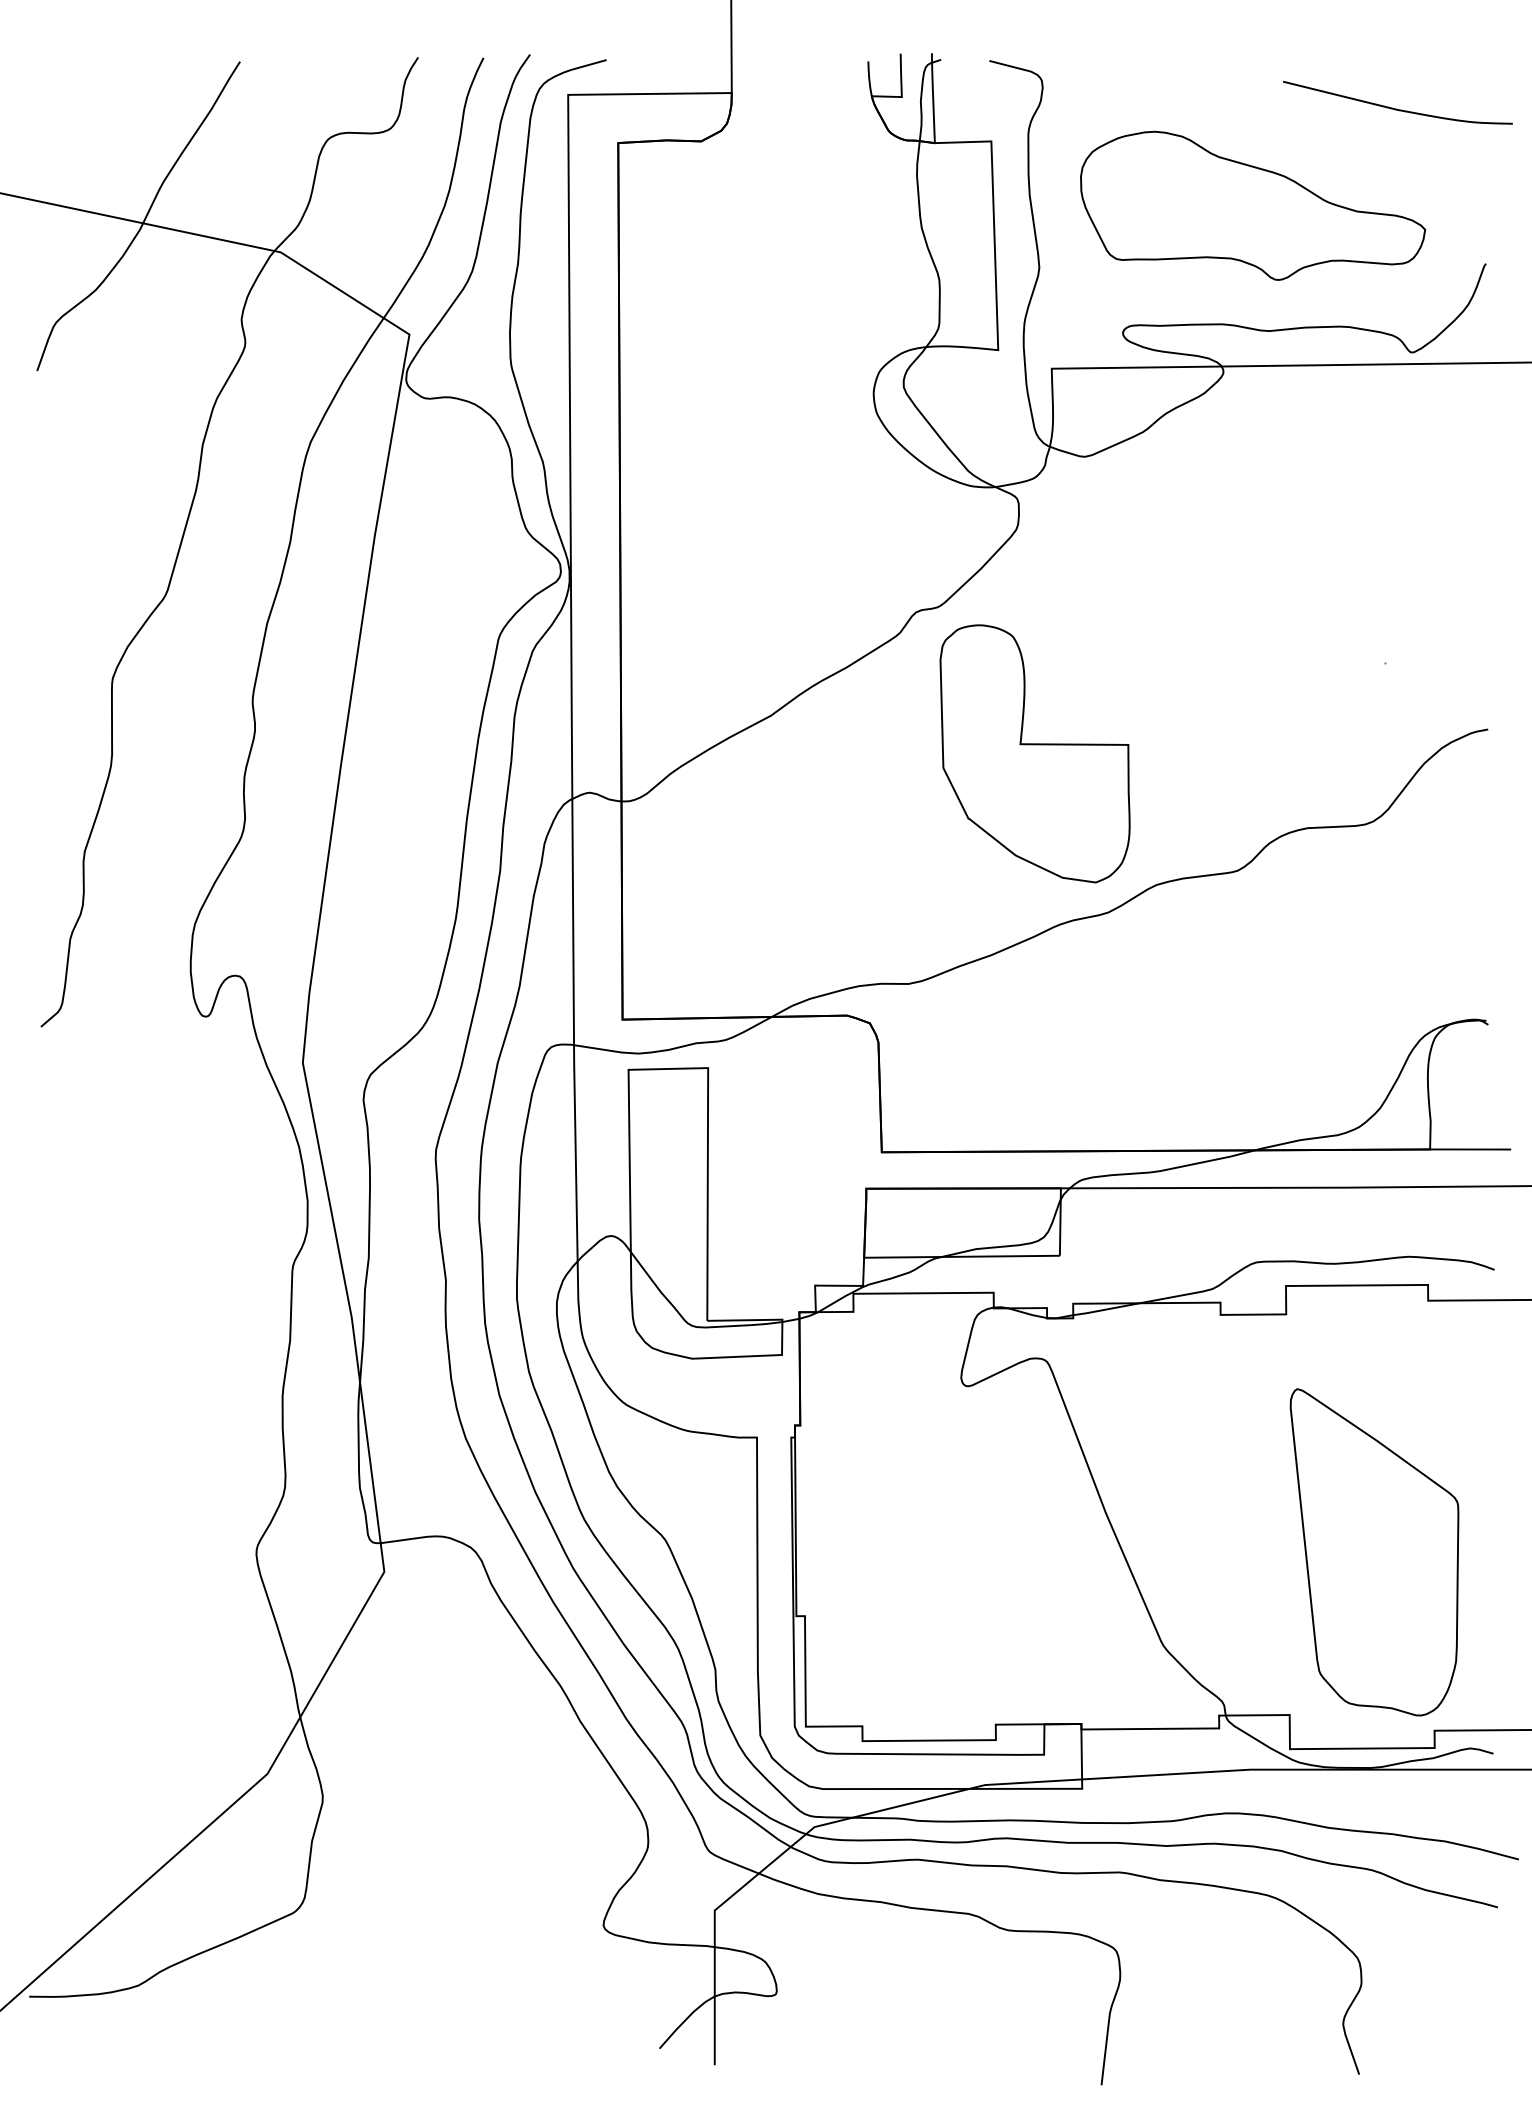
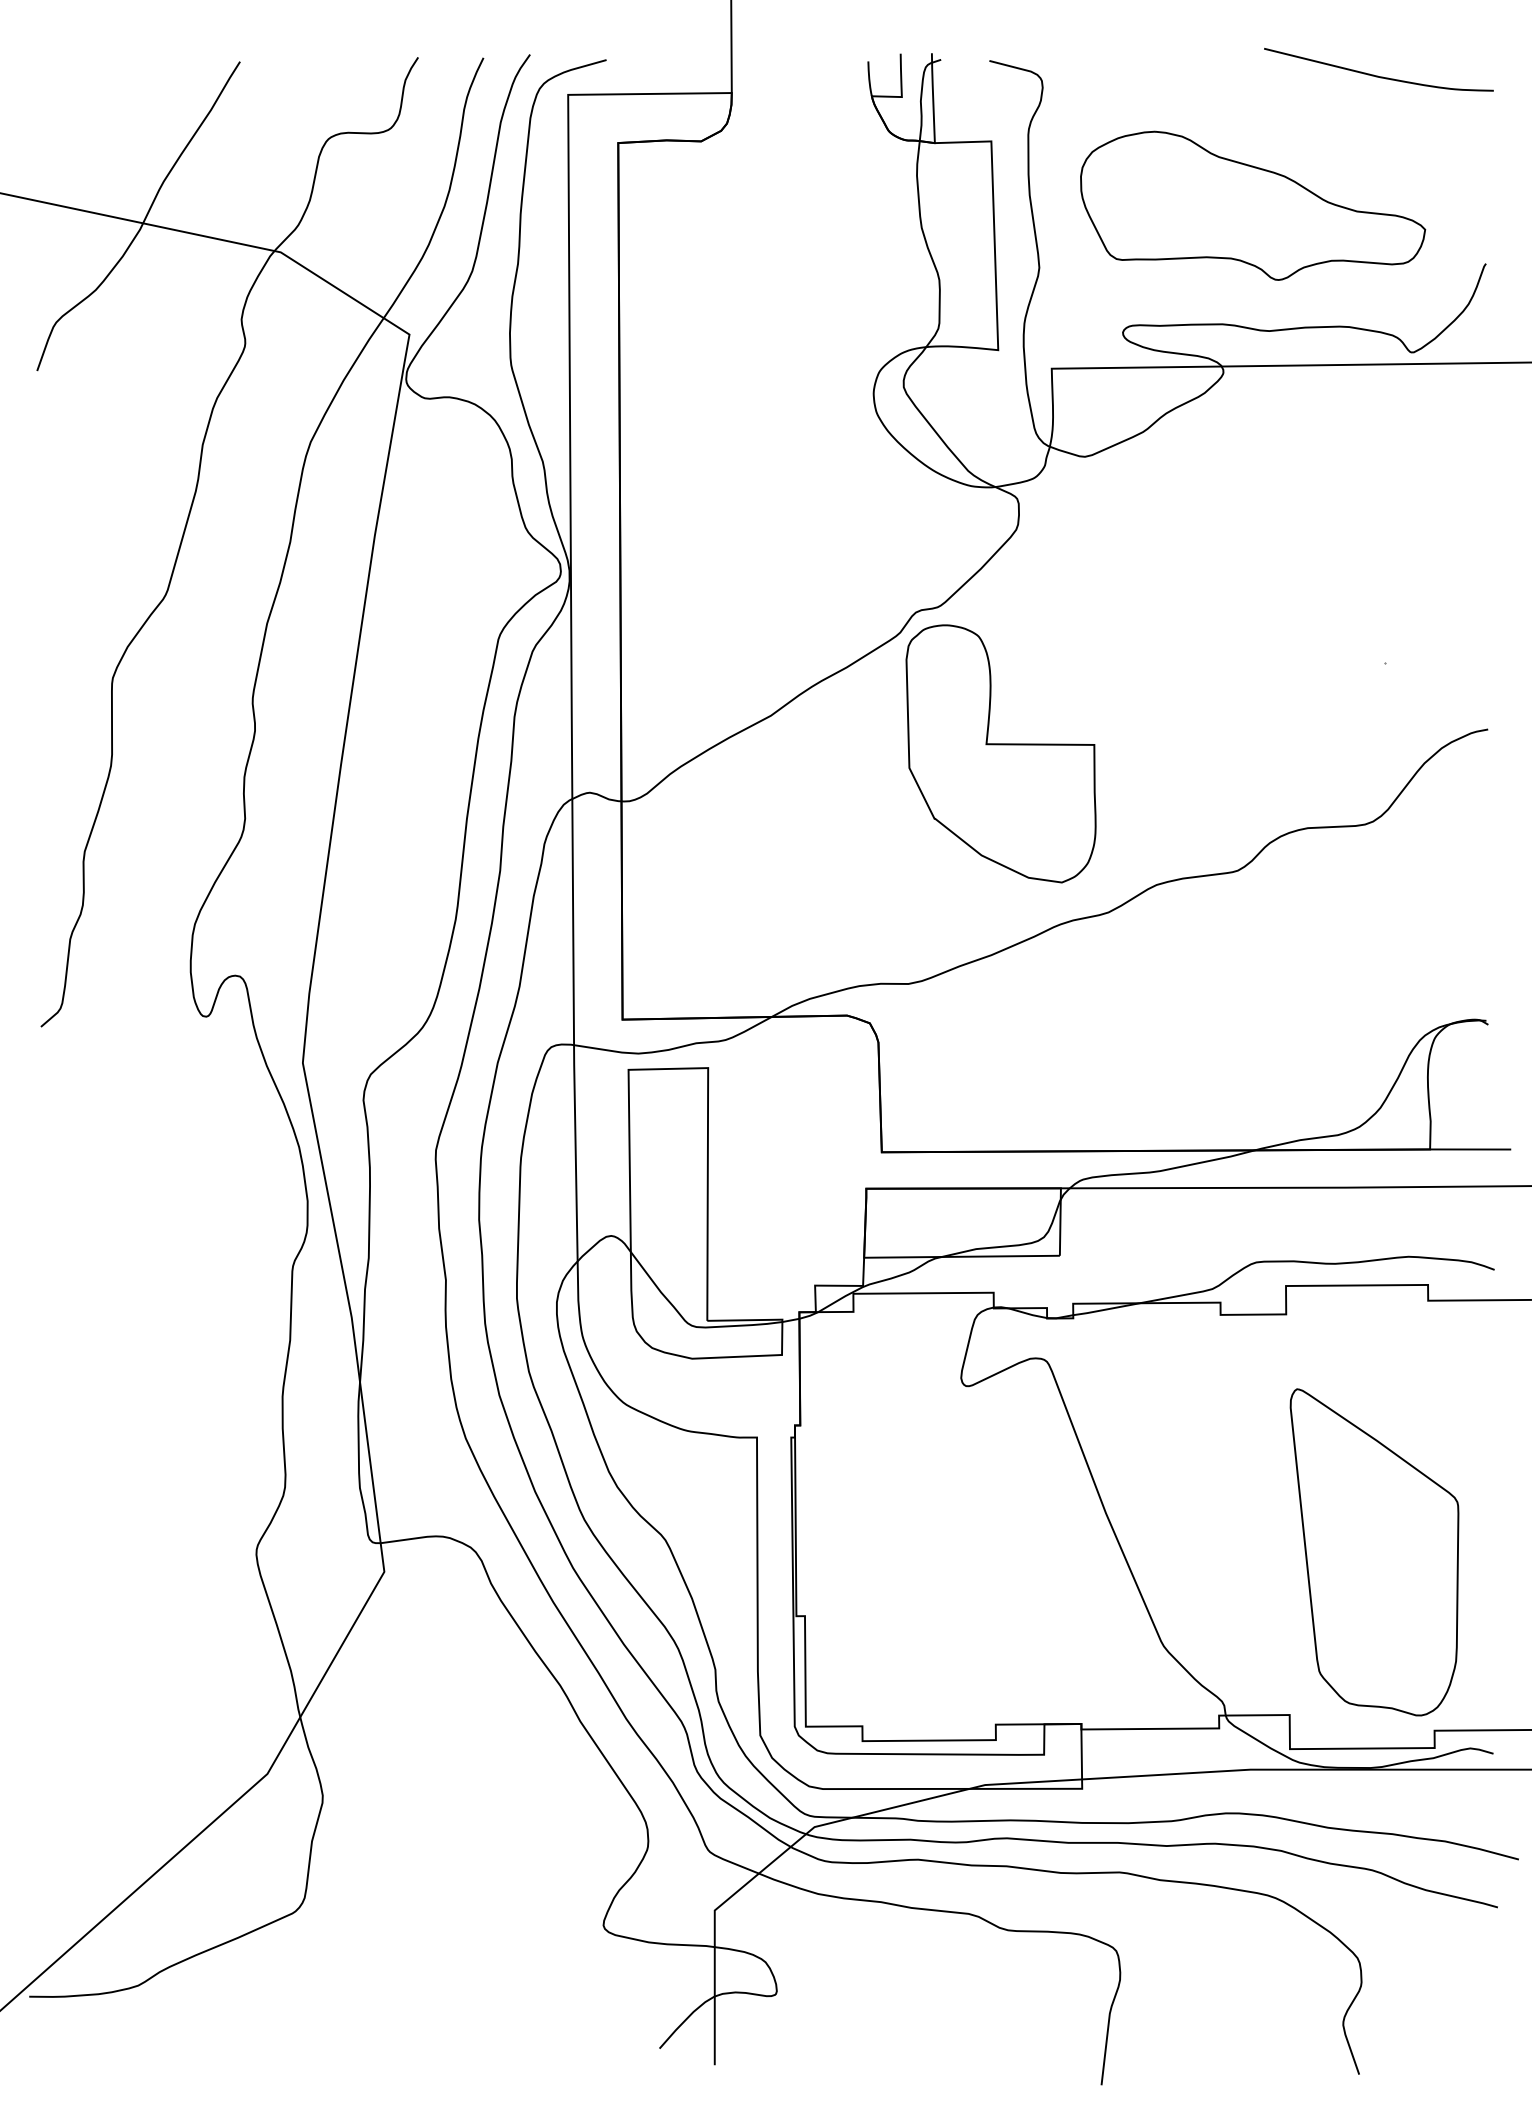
curve at (1397, 108) position: (1397, 108) -> (1378, 75)
part at (1034, 753) position: (1034, 753) -> (1000, 753)
